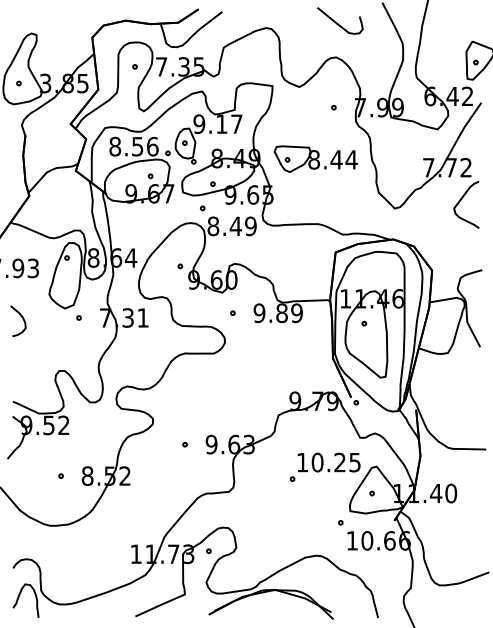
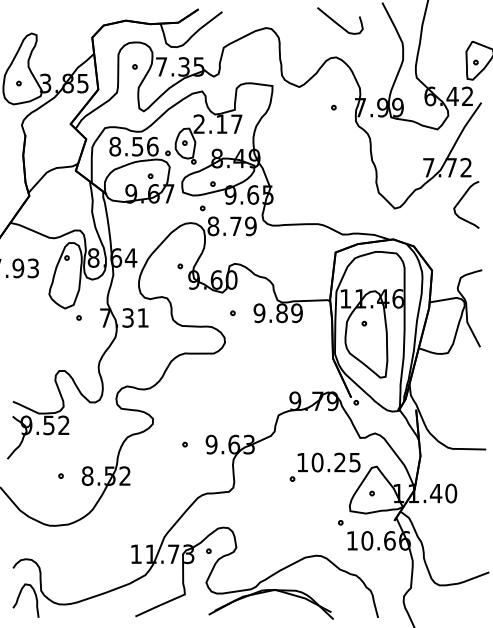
text at (199, 124): 9.17 -> 2.17
part at (315, 158): present -> none
text at (235, 225): 8.49 -> 8.79
curve at (22, 319): present -> none
